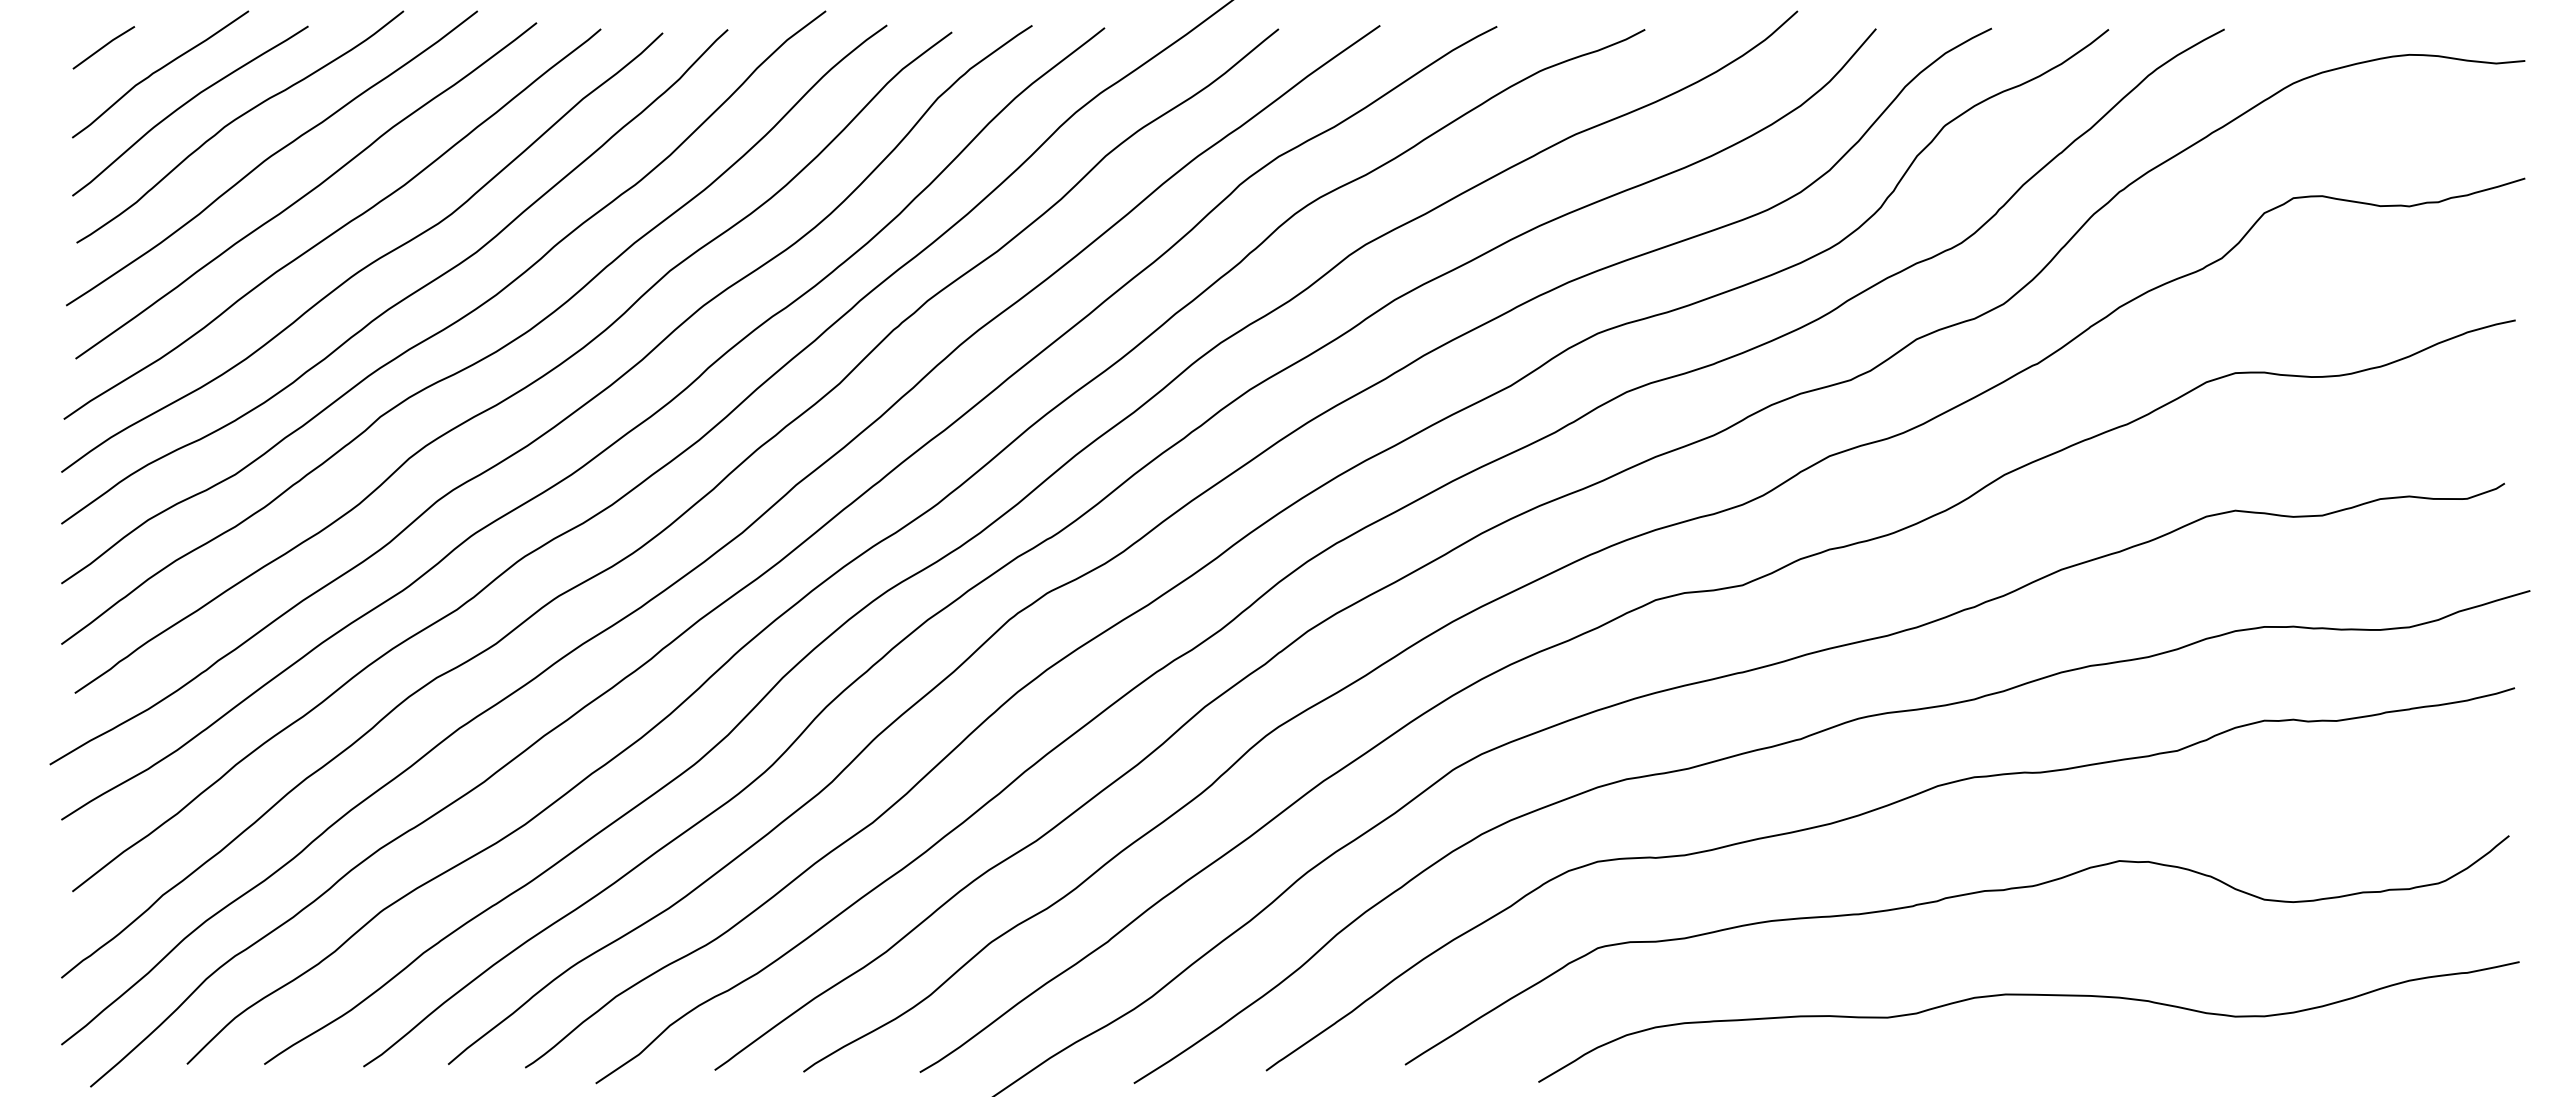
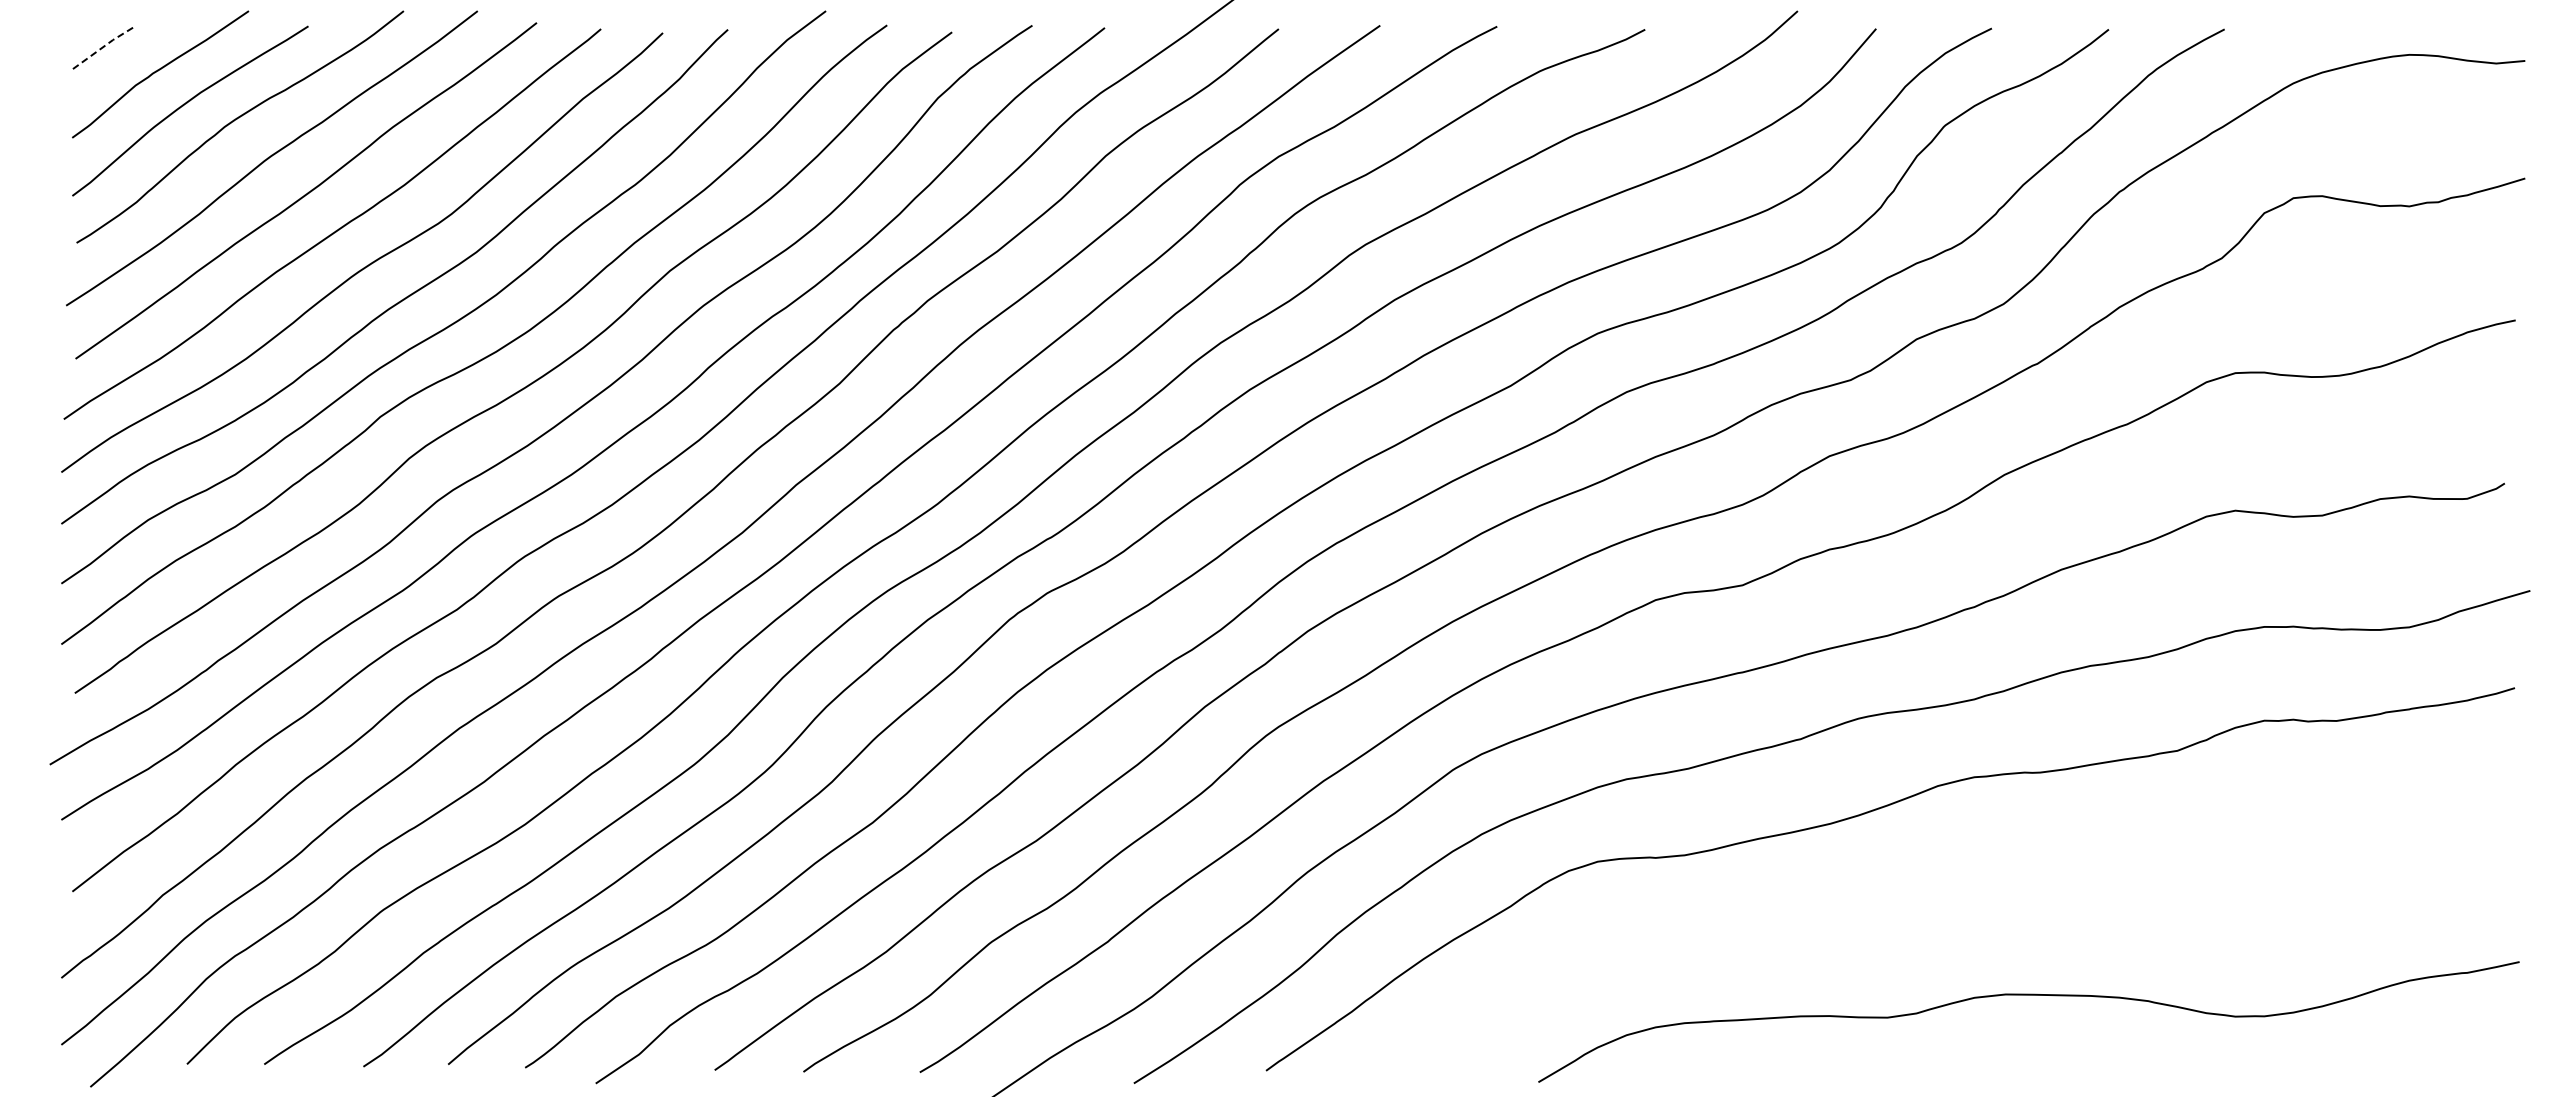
line at (104, 46): solid -> dashed
curve at (1937, 902): present -> none
